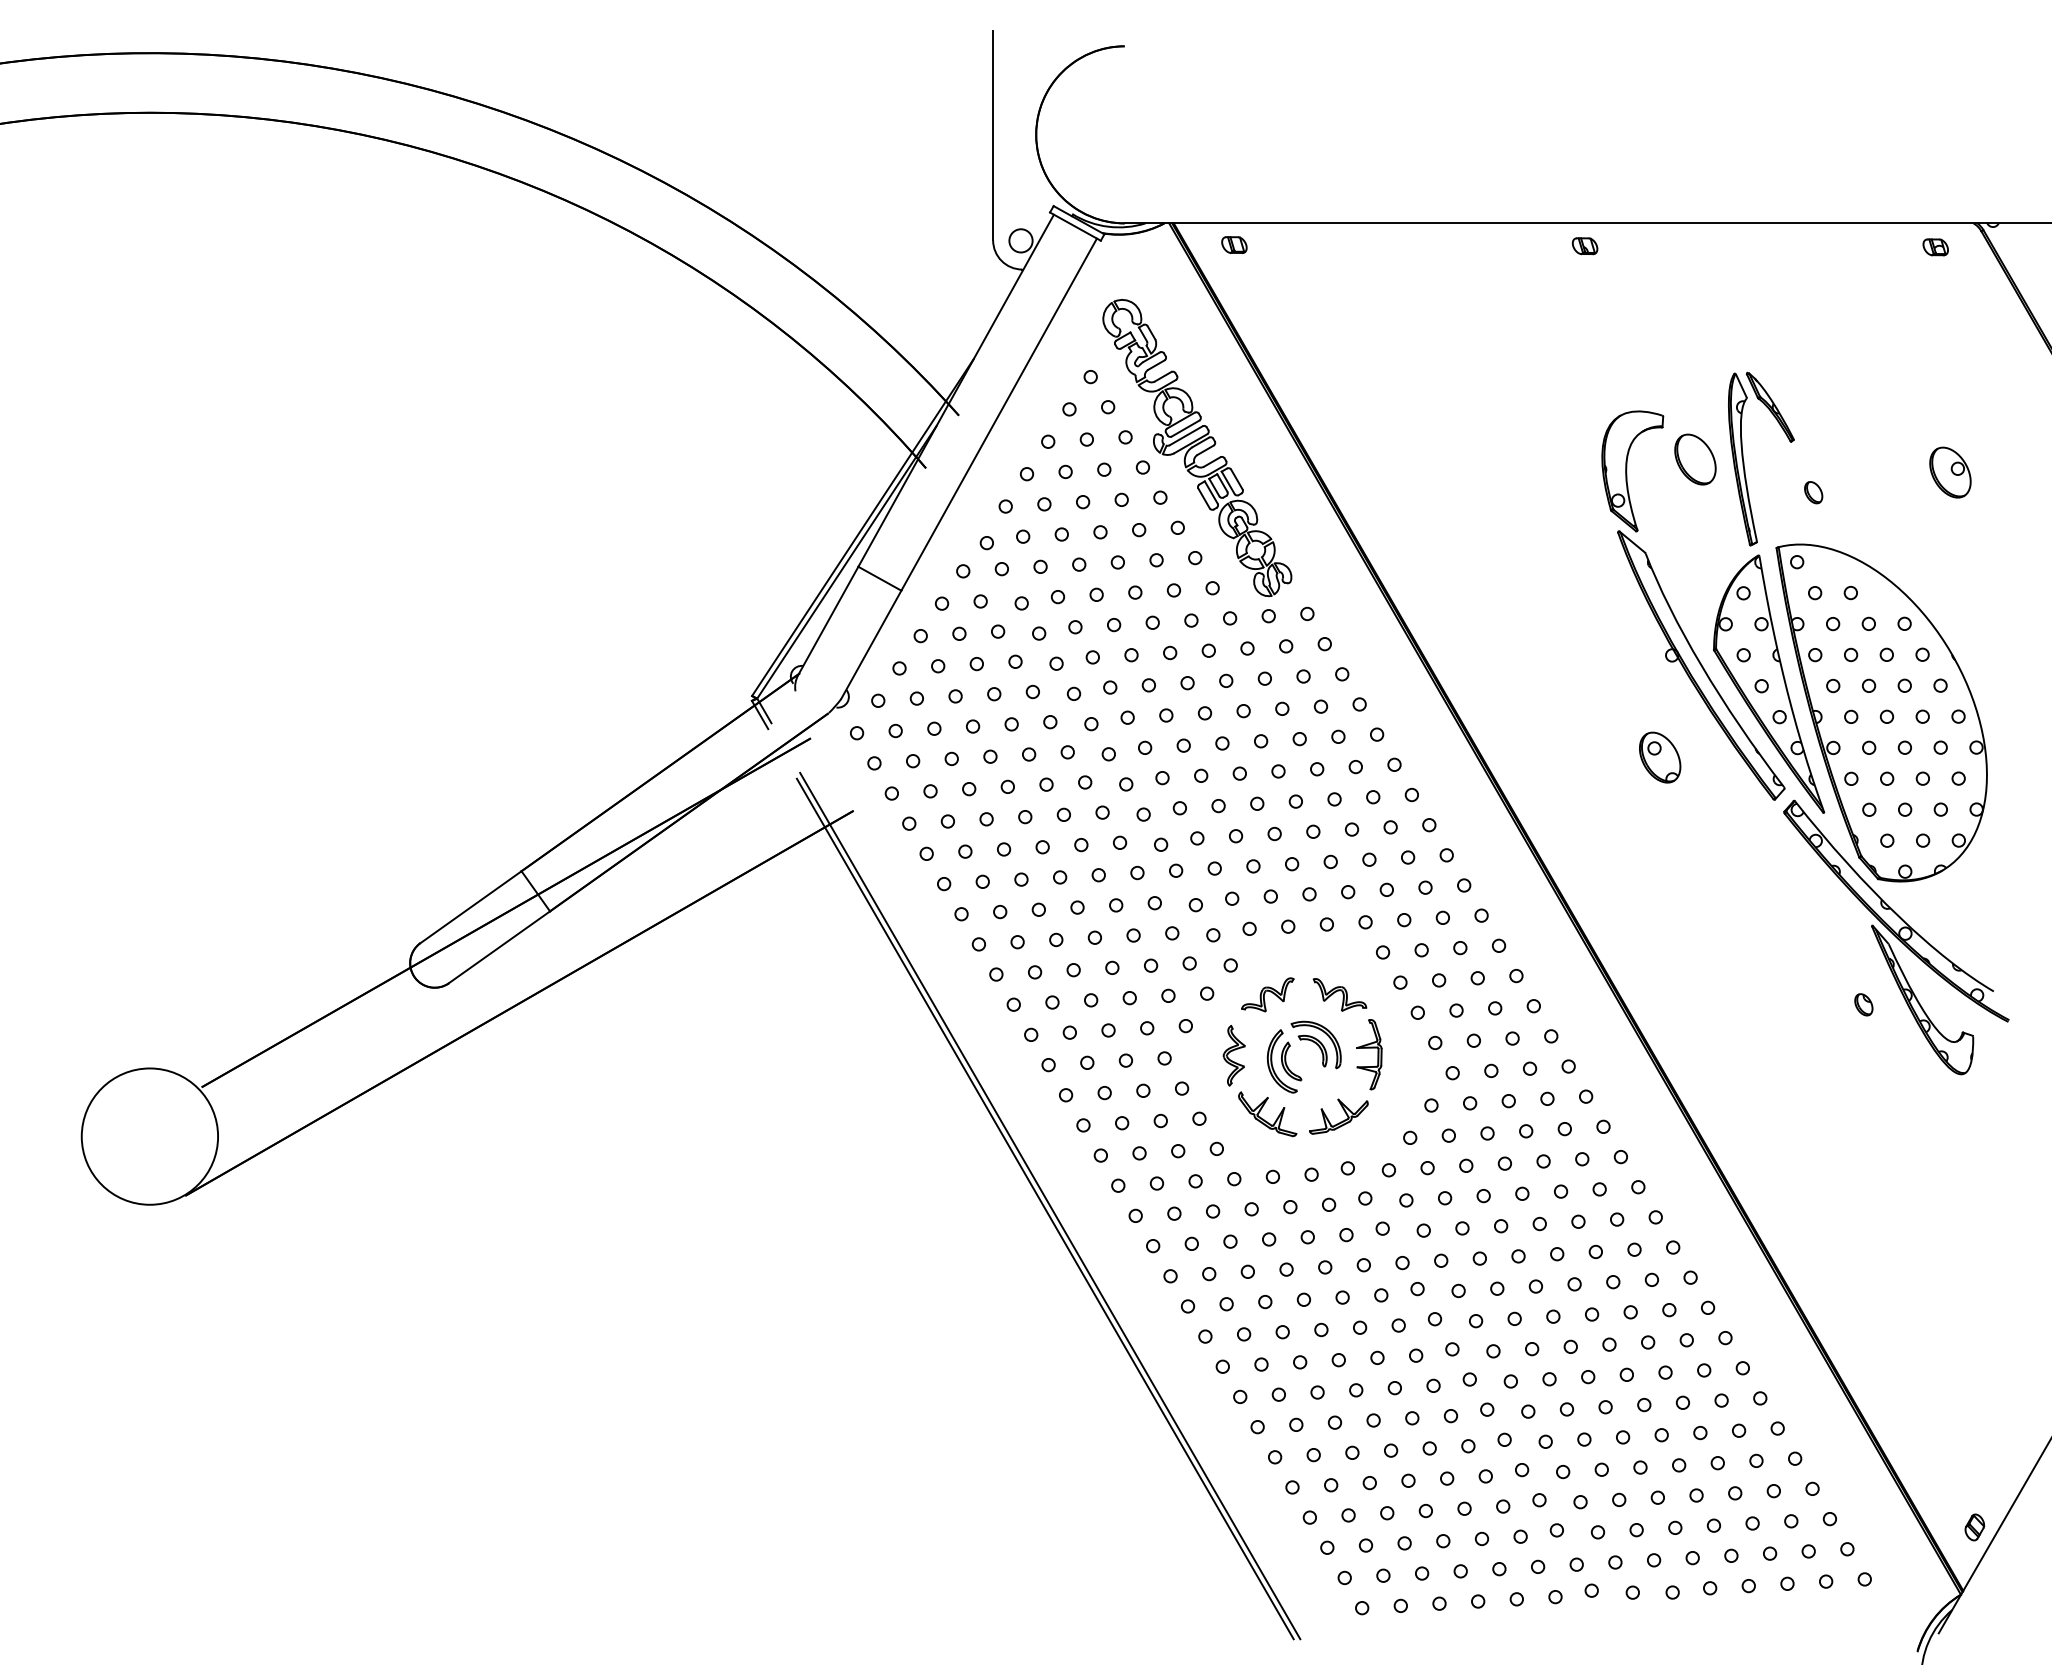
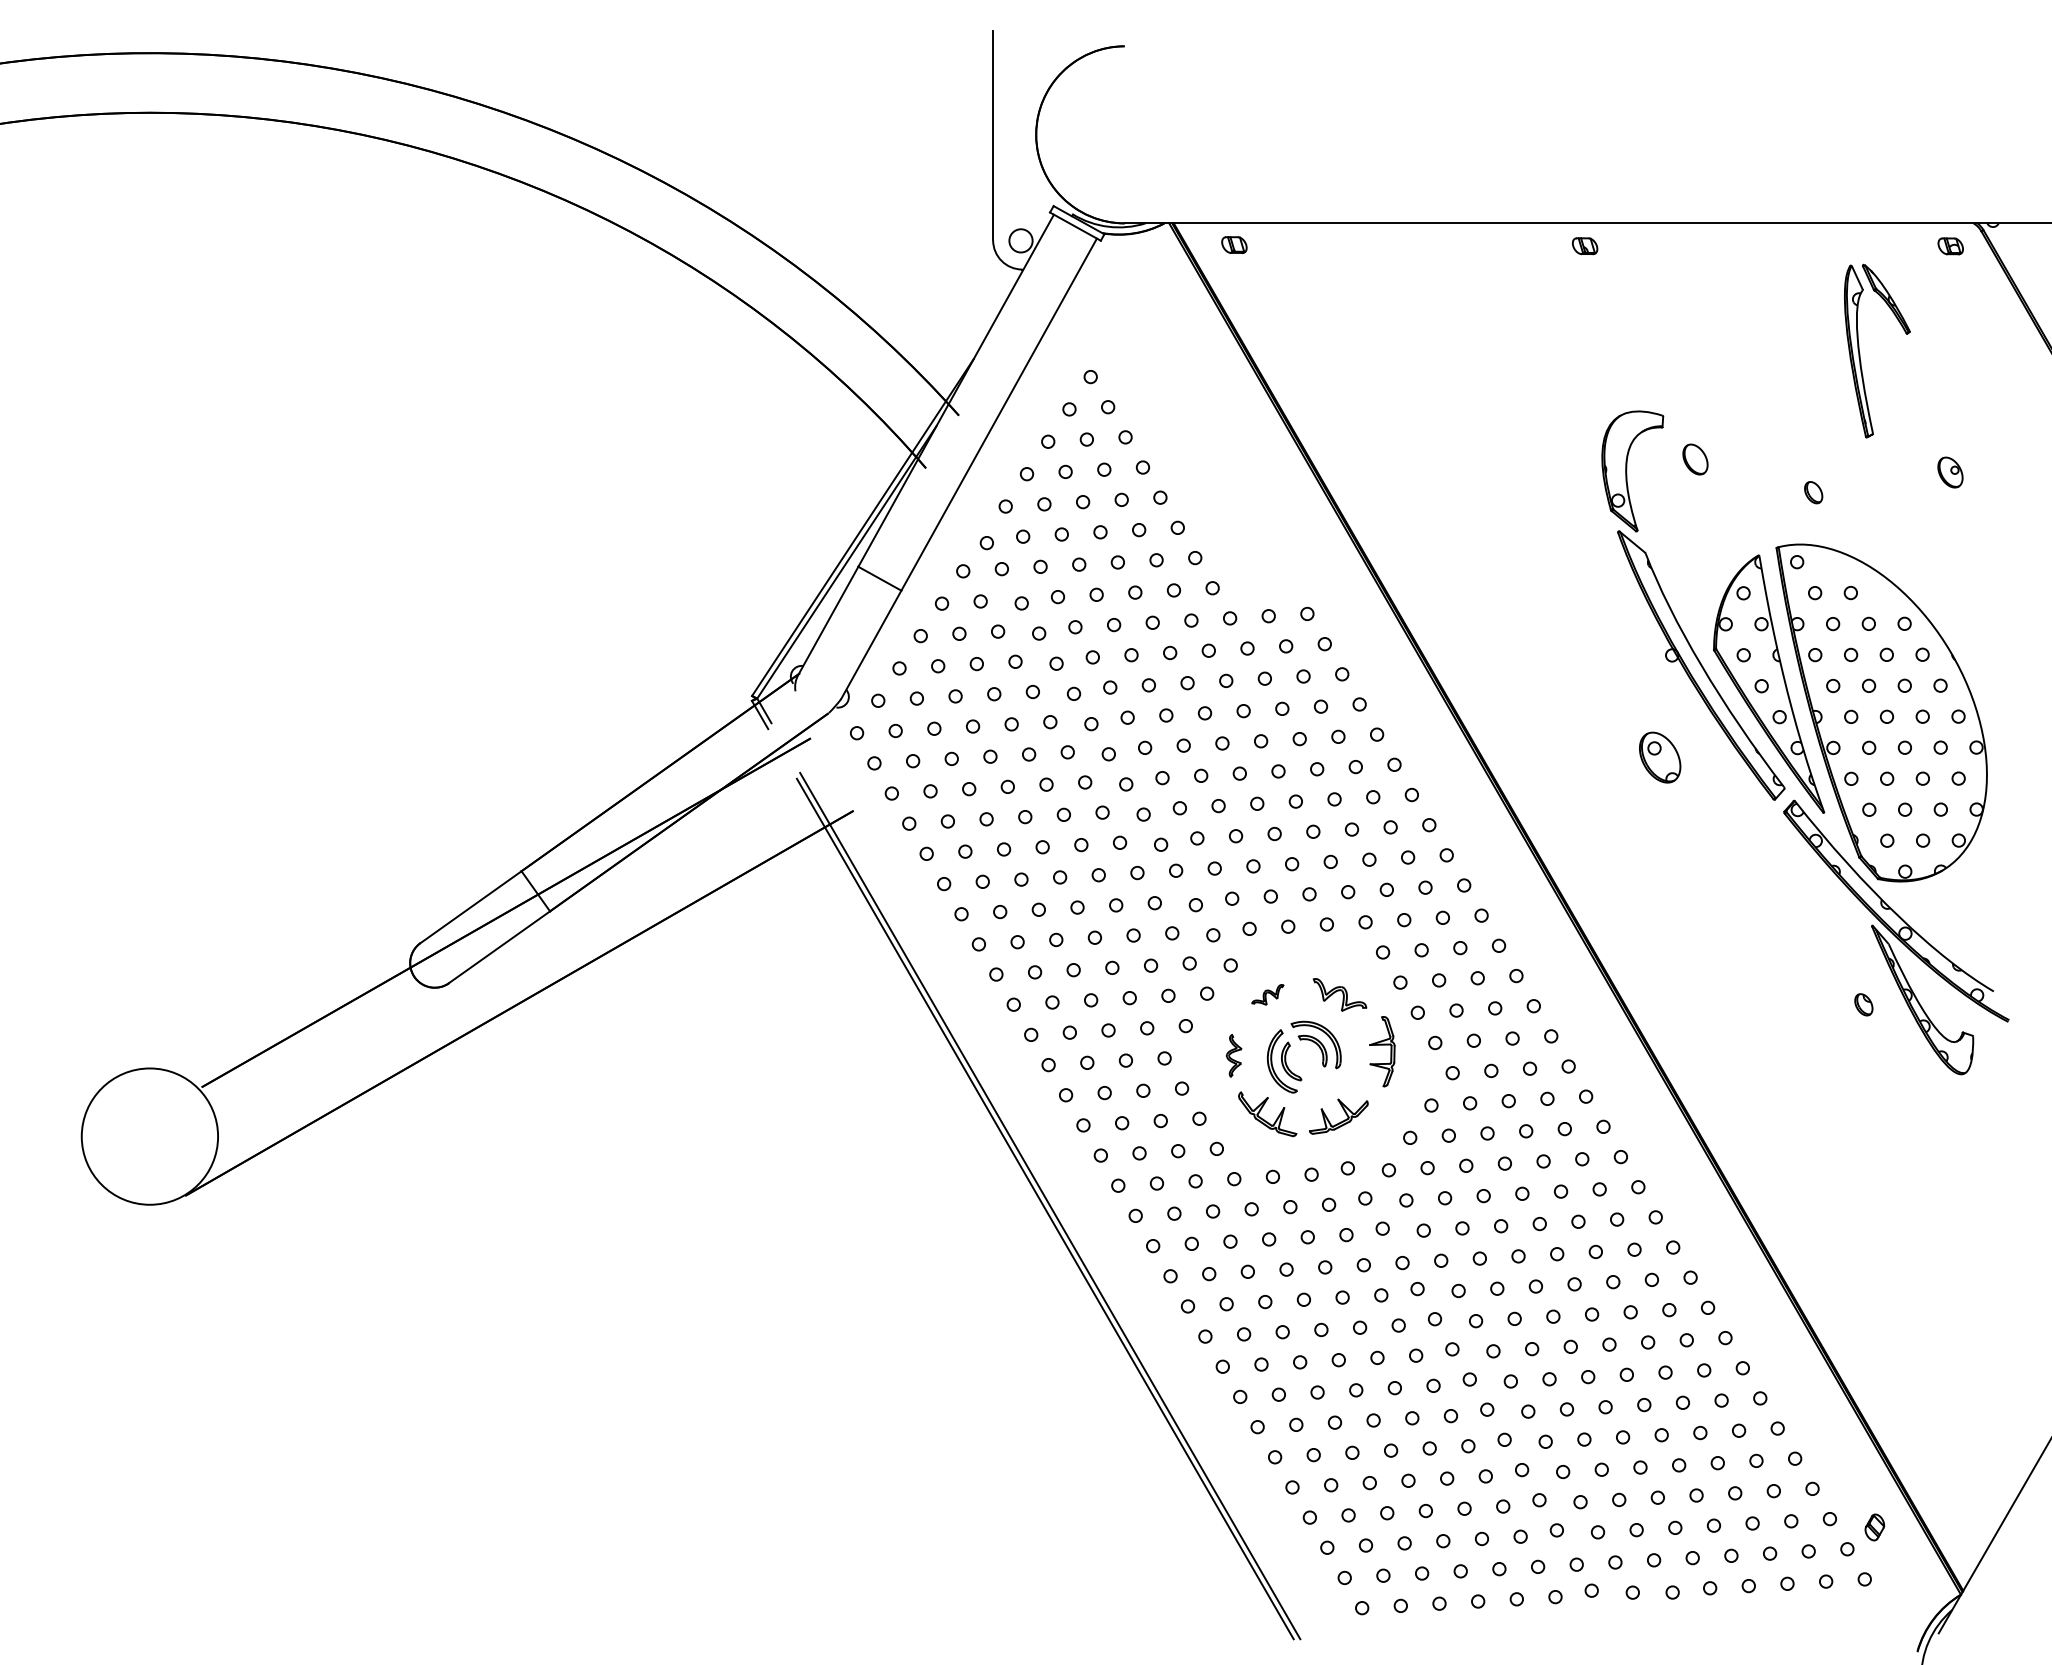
part at (1935, 247) position: (1935, 247) -> (1950, 246)
part at (1197, 448): present -> none
part at (1695, 459) size: 43x53 px -> 27x33 px
part at (1744, 461) position: (1744, 461) -> (1860, 353)
part at (1950, 472) size: 43x53 px -> 27x33 px
part at (1267, 994) size: 54x36 px -> 34x22 px
part at (1369, 1054) position: (1369, 1054) -> (1382, 1051)
part at (1233, 1055) size: 24x62 px -> 17x44 px
part at (1974, 1527) position: (1974, 1527) -> (1874, 1527)
